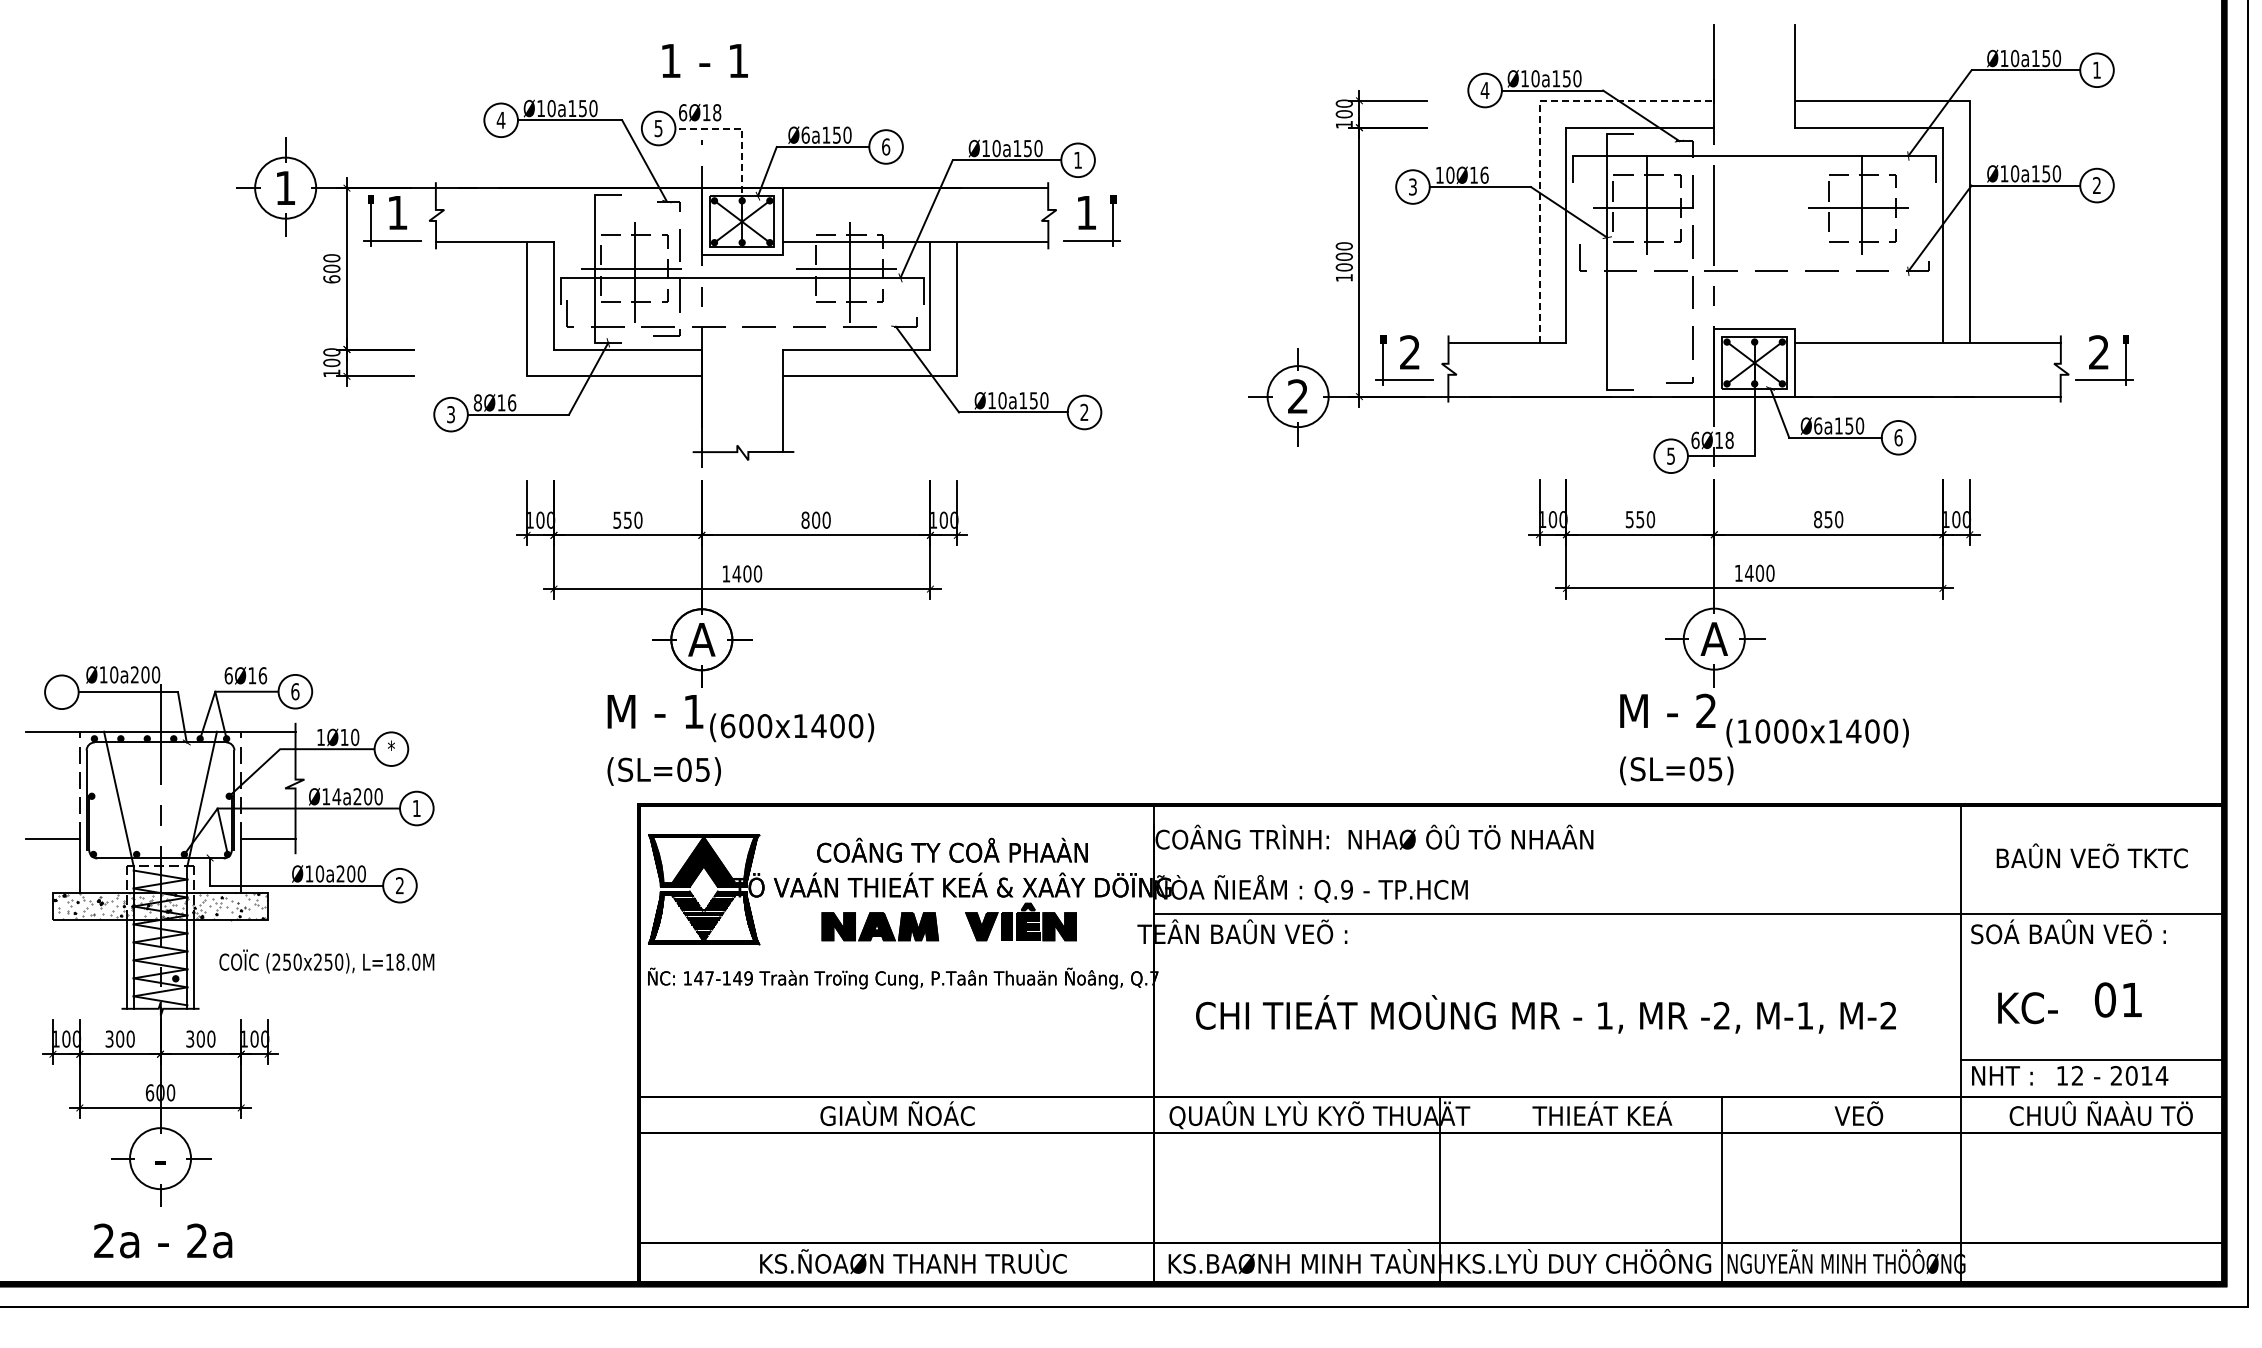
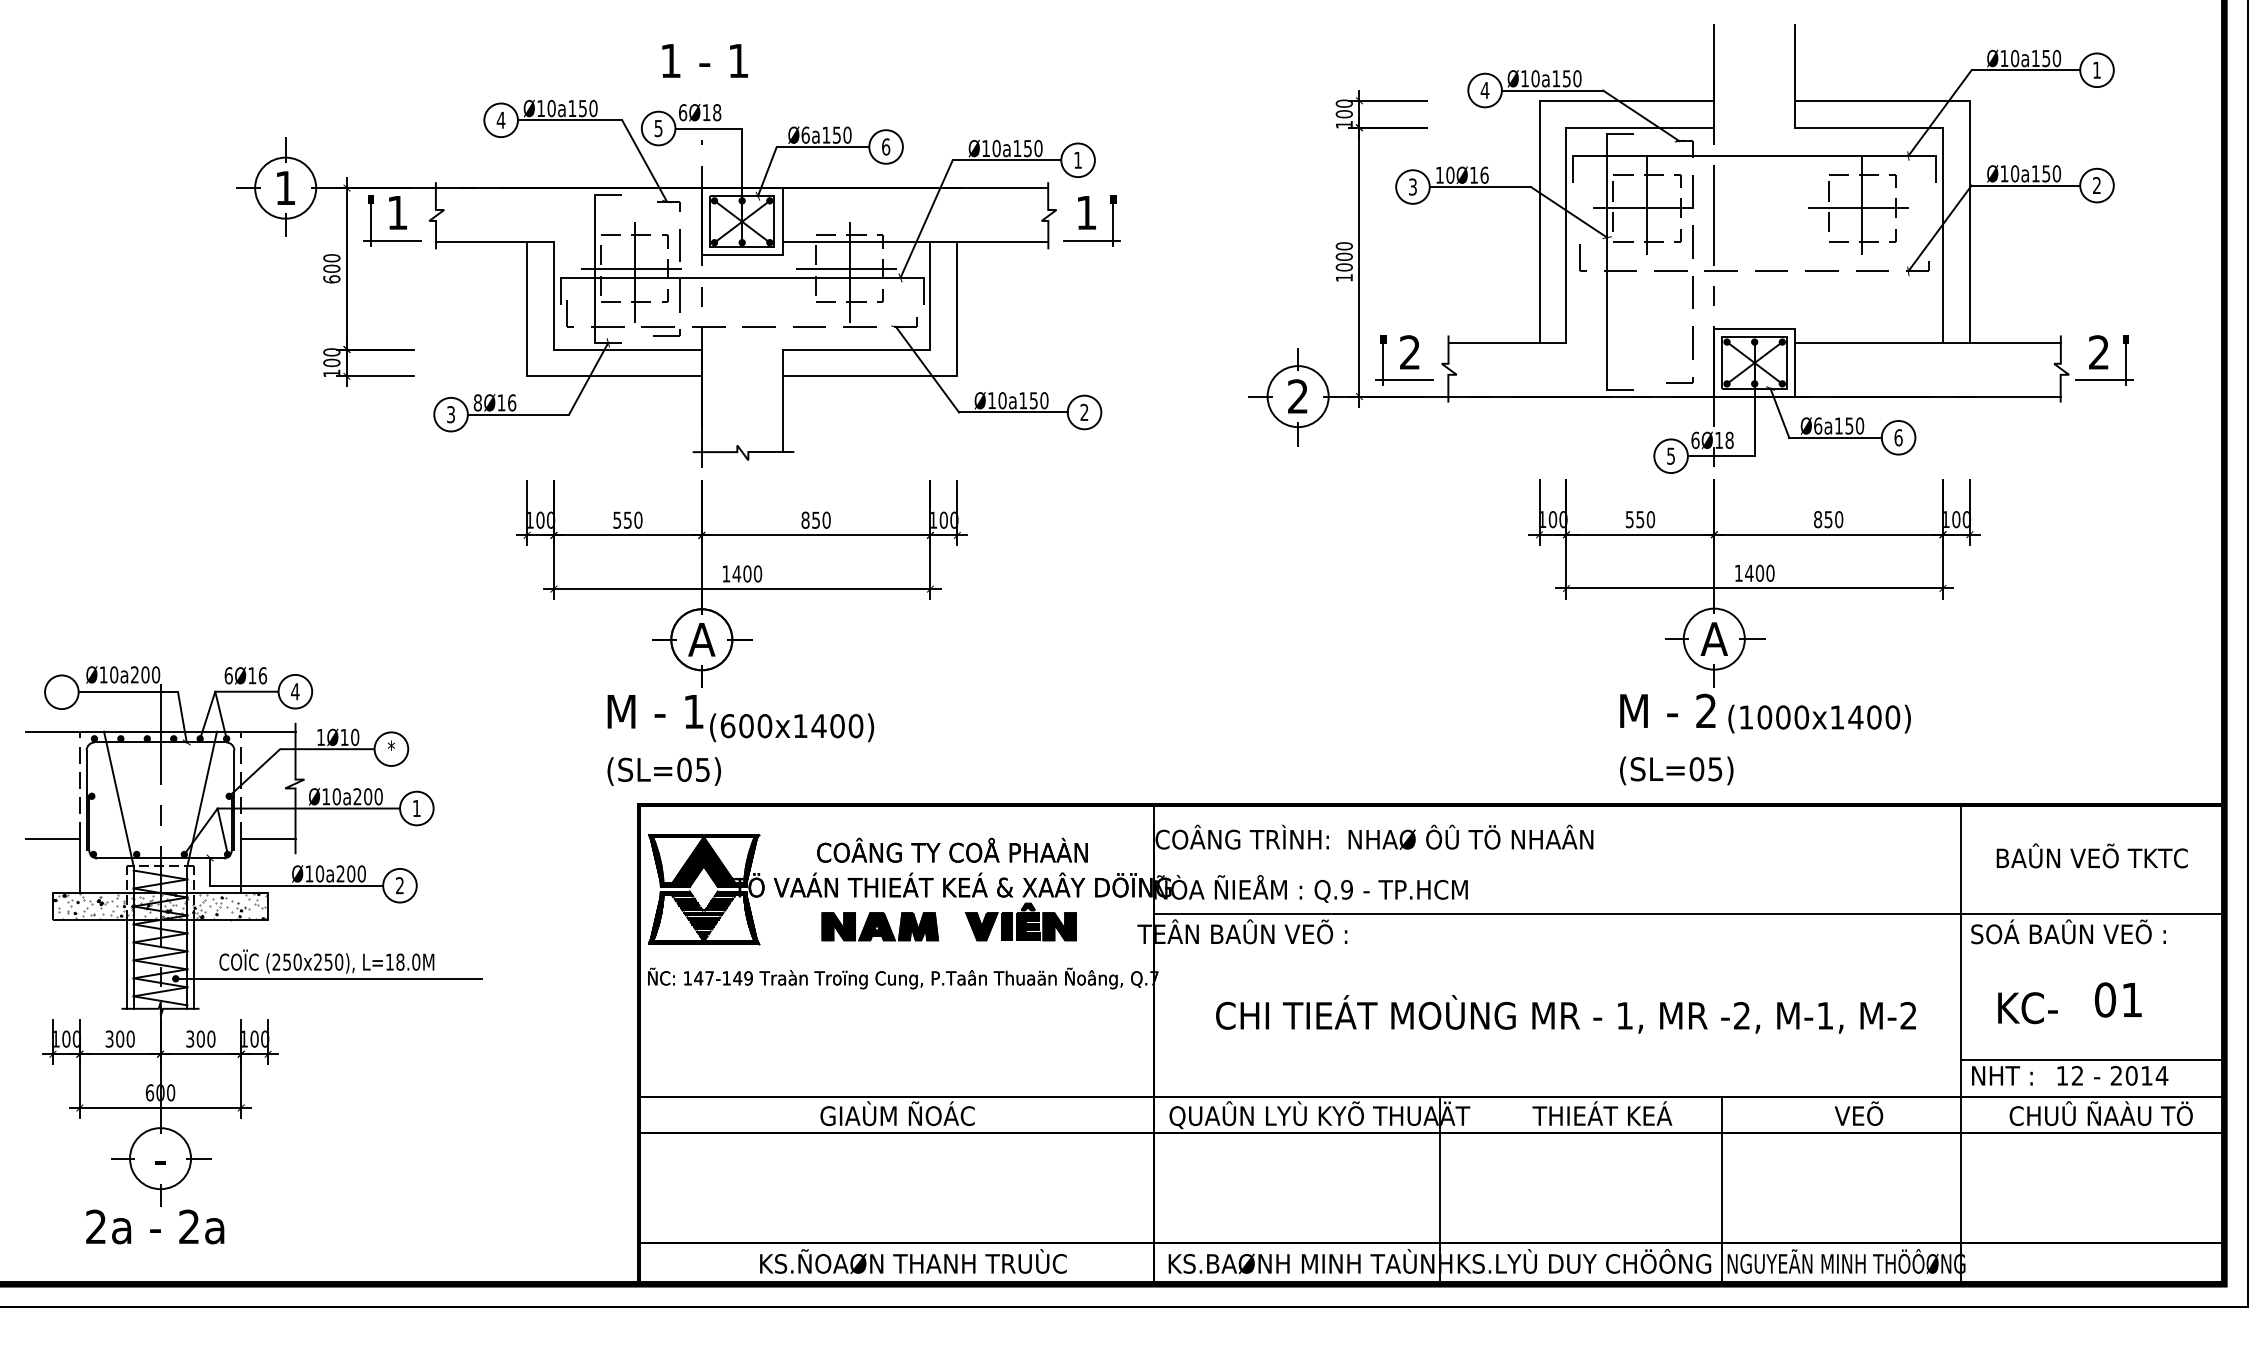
line at (1539, 133): dashed -> solid
line at (742, 137): dashed -> solid
text at (816, 519): 800 -> 850
text at (295, 691): 6 -> 4
text at (1817, 732) position: (1817, 732) -> (1819, 718)
text at (336, 796): Ø14a200 -> Ø10a200
line at (328, 978): none -> present
text at (1545, 1014) position: (1545, 1014) -> (1565, 1014)
text at (163, 1240) position: (163, 1240) -> (155, 1226)
